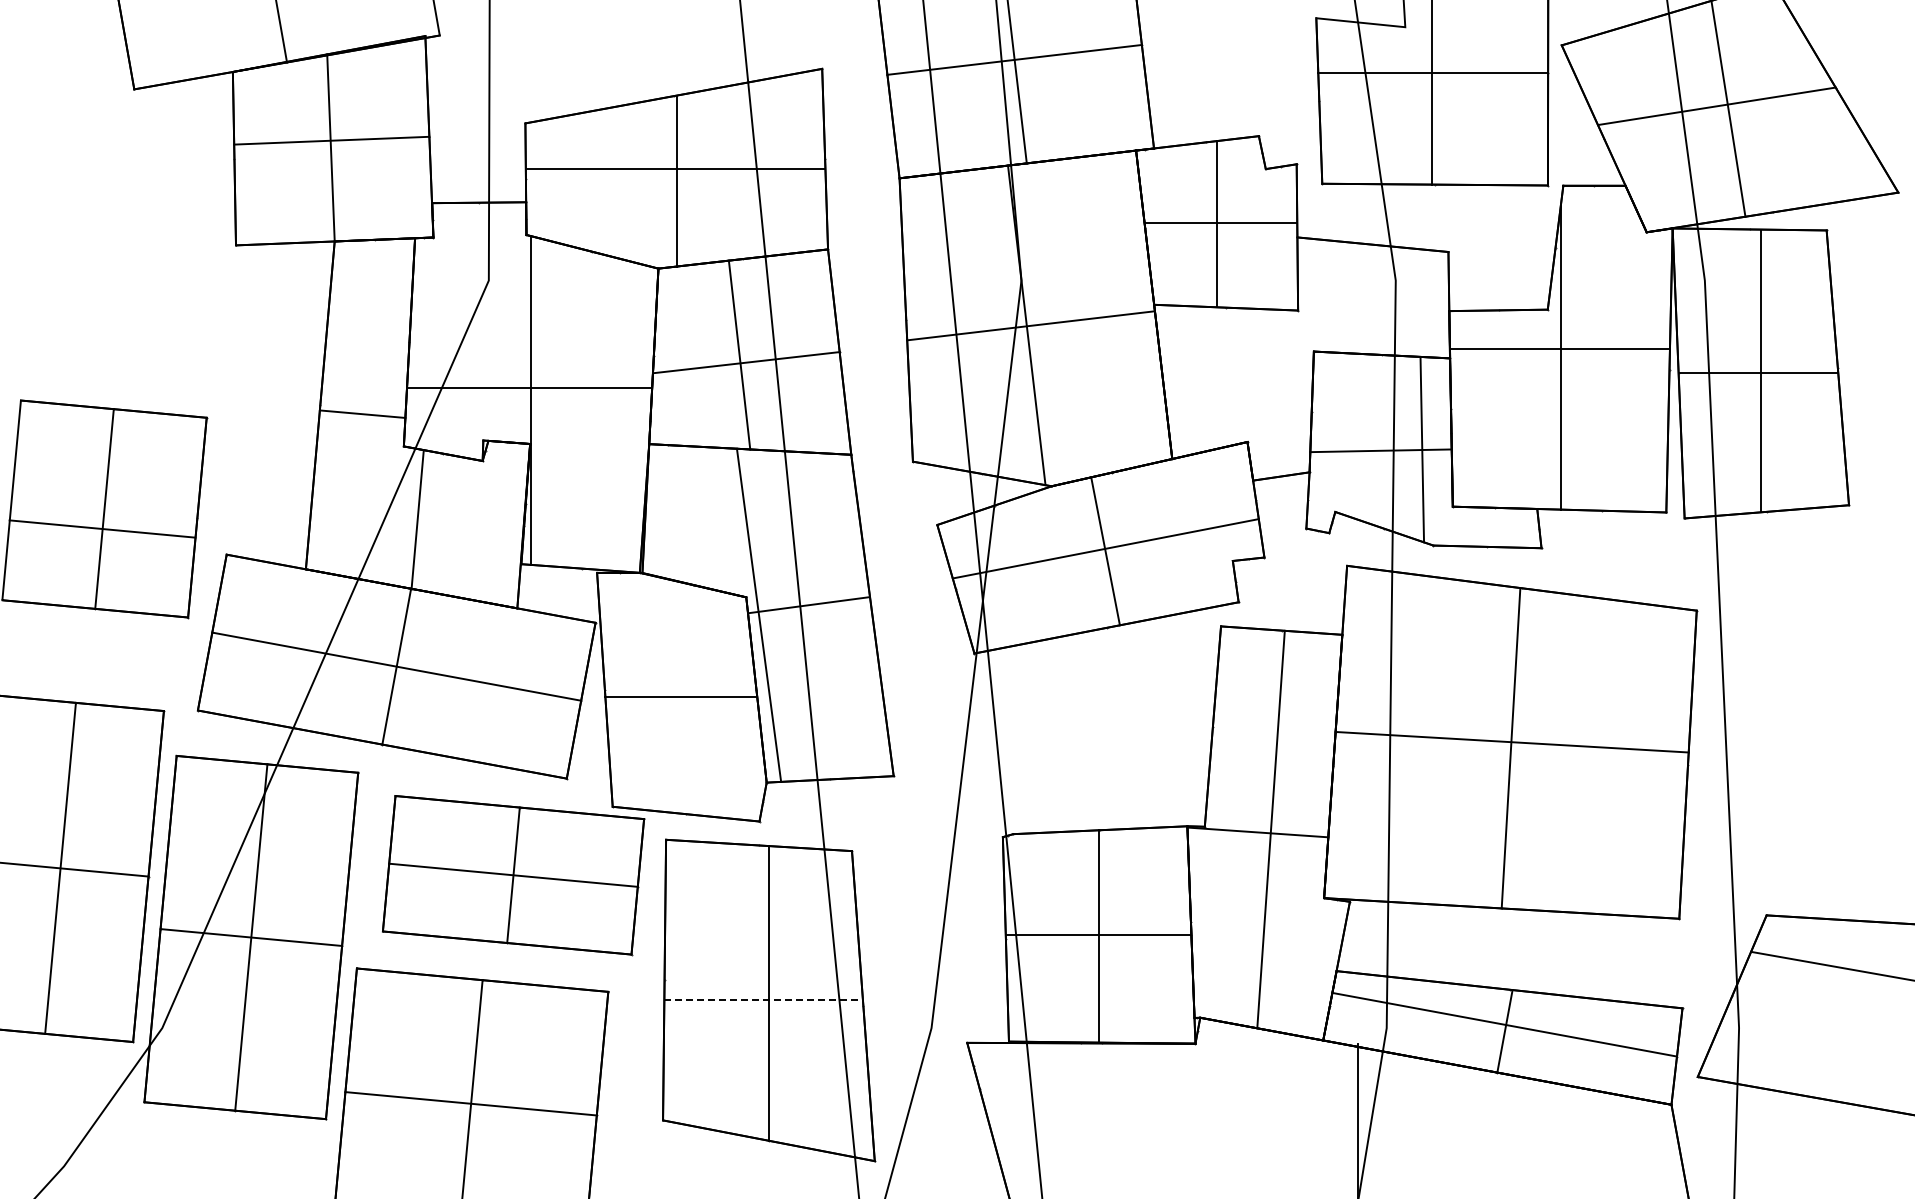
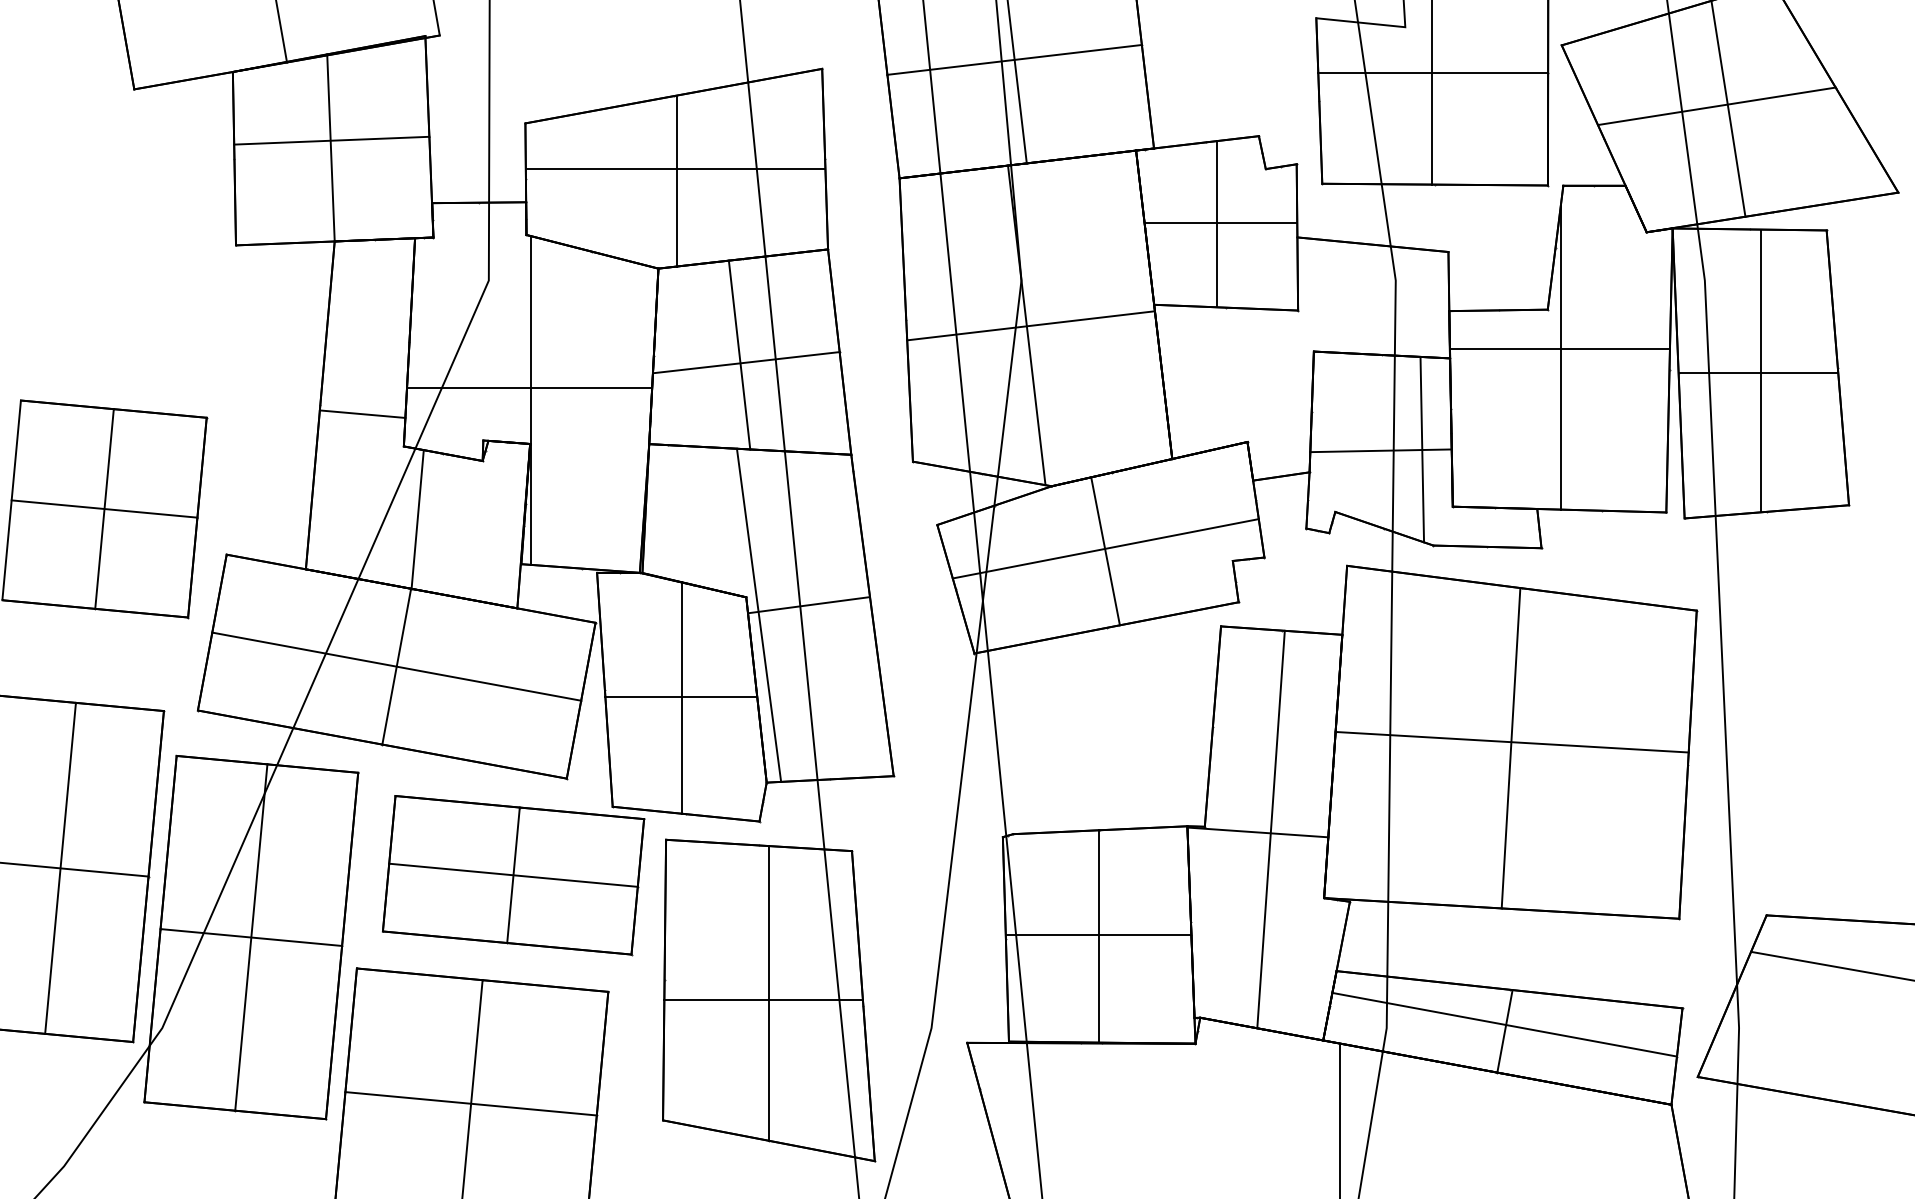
line at (102, 528) position: (102, 528) -> (104, 508)
line at (681, 697): none -> present
line at (764, 1000): dashed -> solid
line at (1358, 1119) position: (1358, 1119) -> (1340, 1119)
